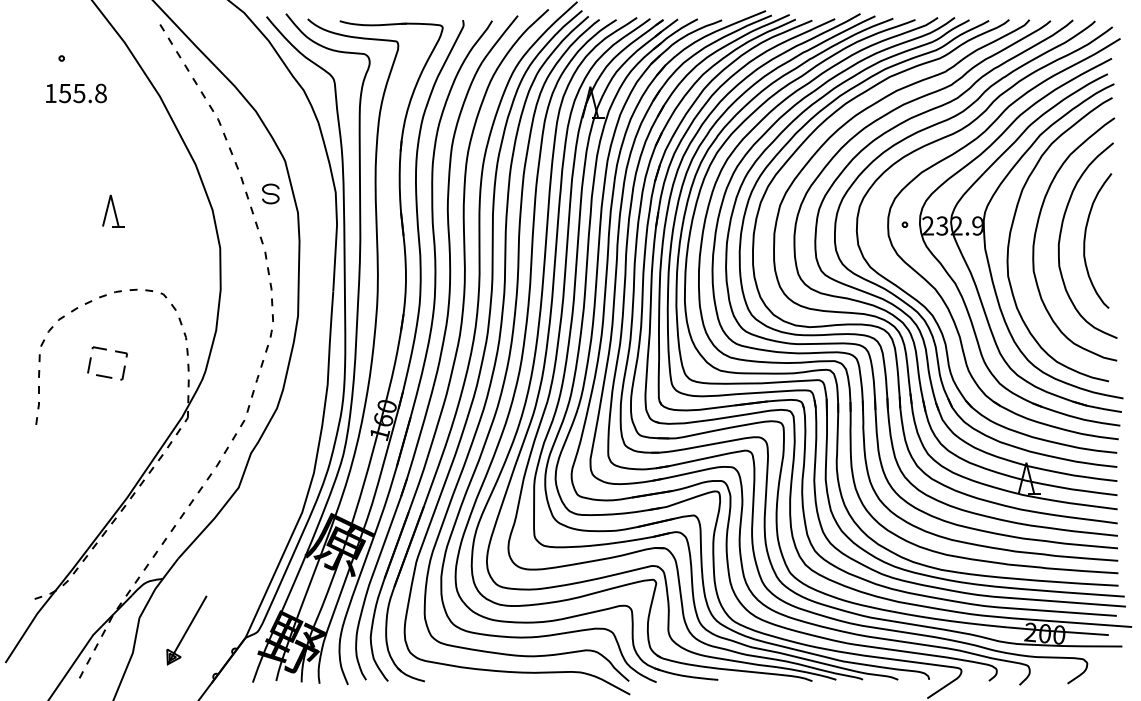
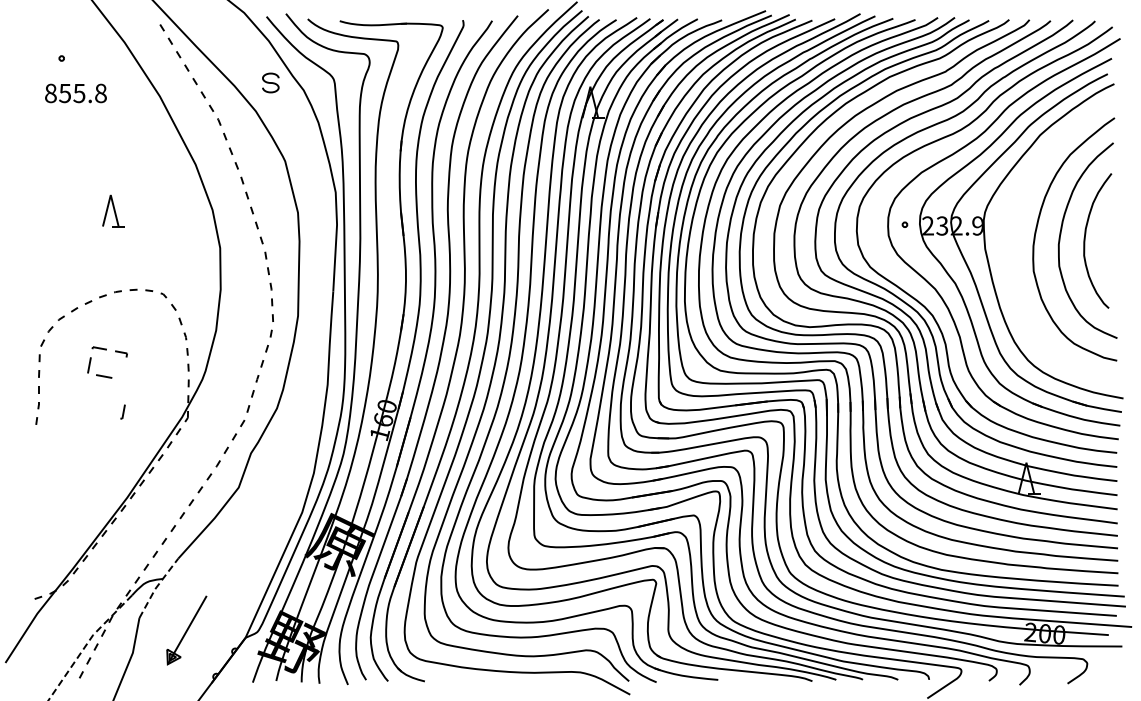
text at (50, 93): 155.8 -> 855.8
part at (270, 193) position: (270, 193) -> (270, 82)
curve at (1012, 228): present -> none
part at (122, 372) position: (122, 372) -> (122, 411)
line at (157, 586): solid -> dashed
line at (86, 644): solid -> dashed
